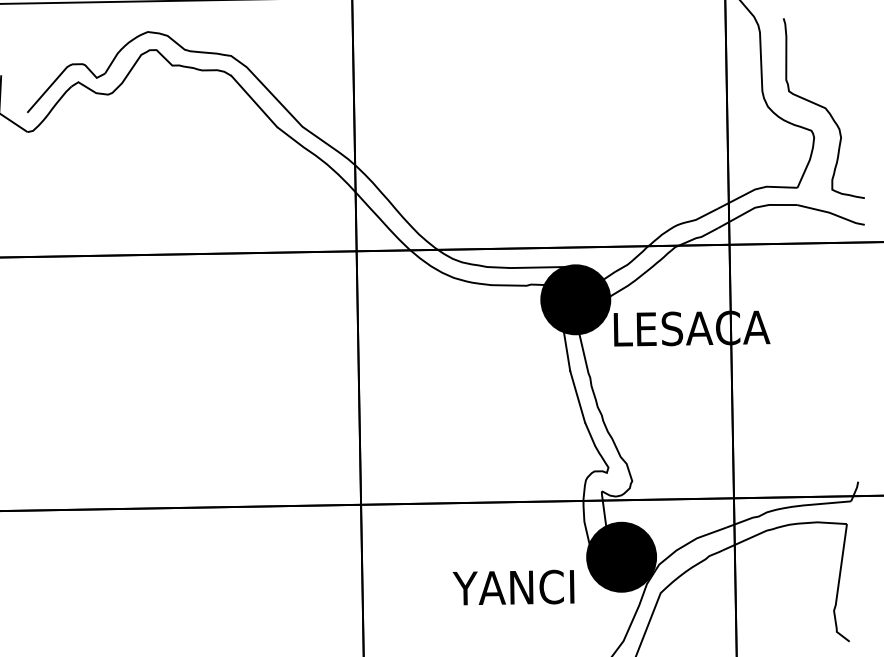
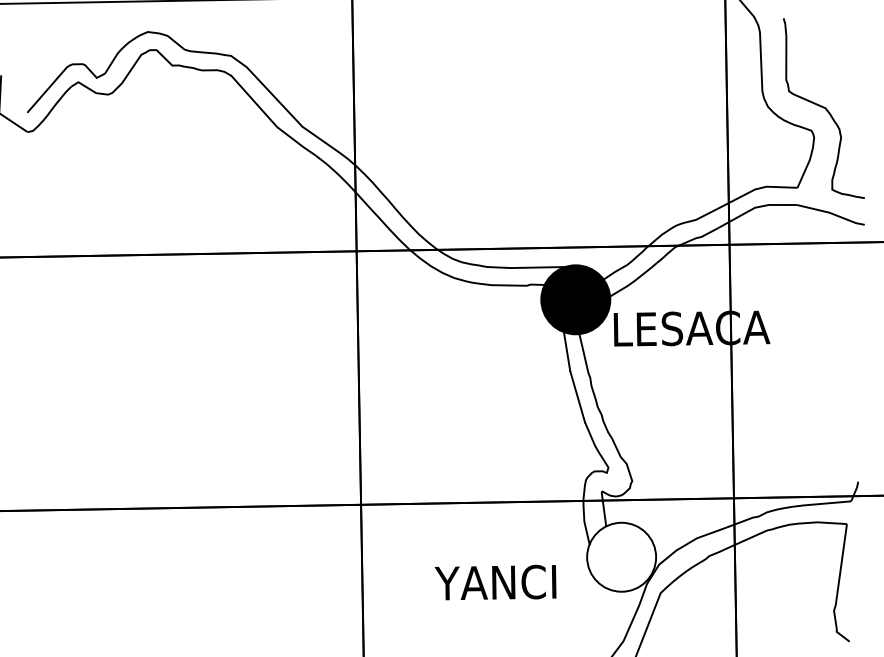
fill at (621, 556): present -> none
fill at (621, 556): present -> none
text at (513, 587) position: (513, 587) -> (495, 582)
